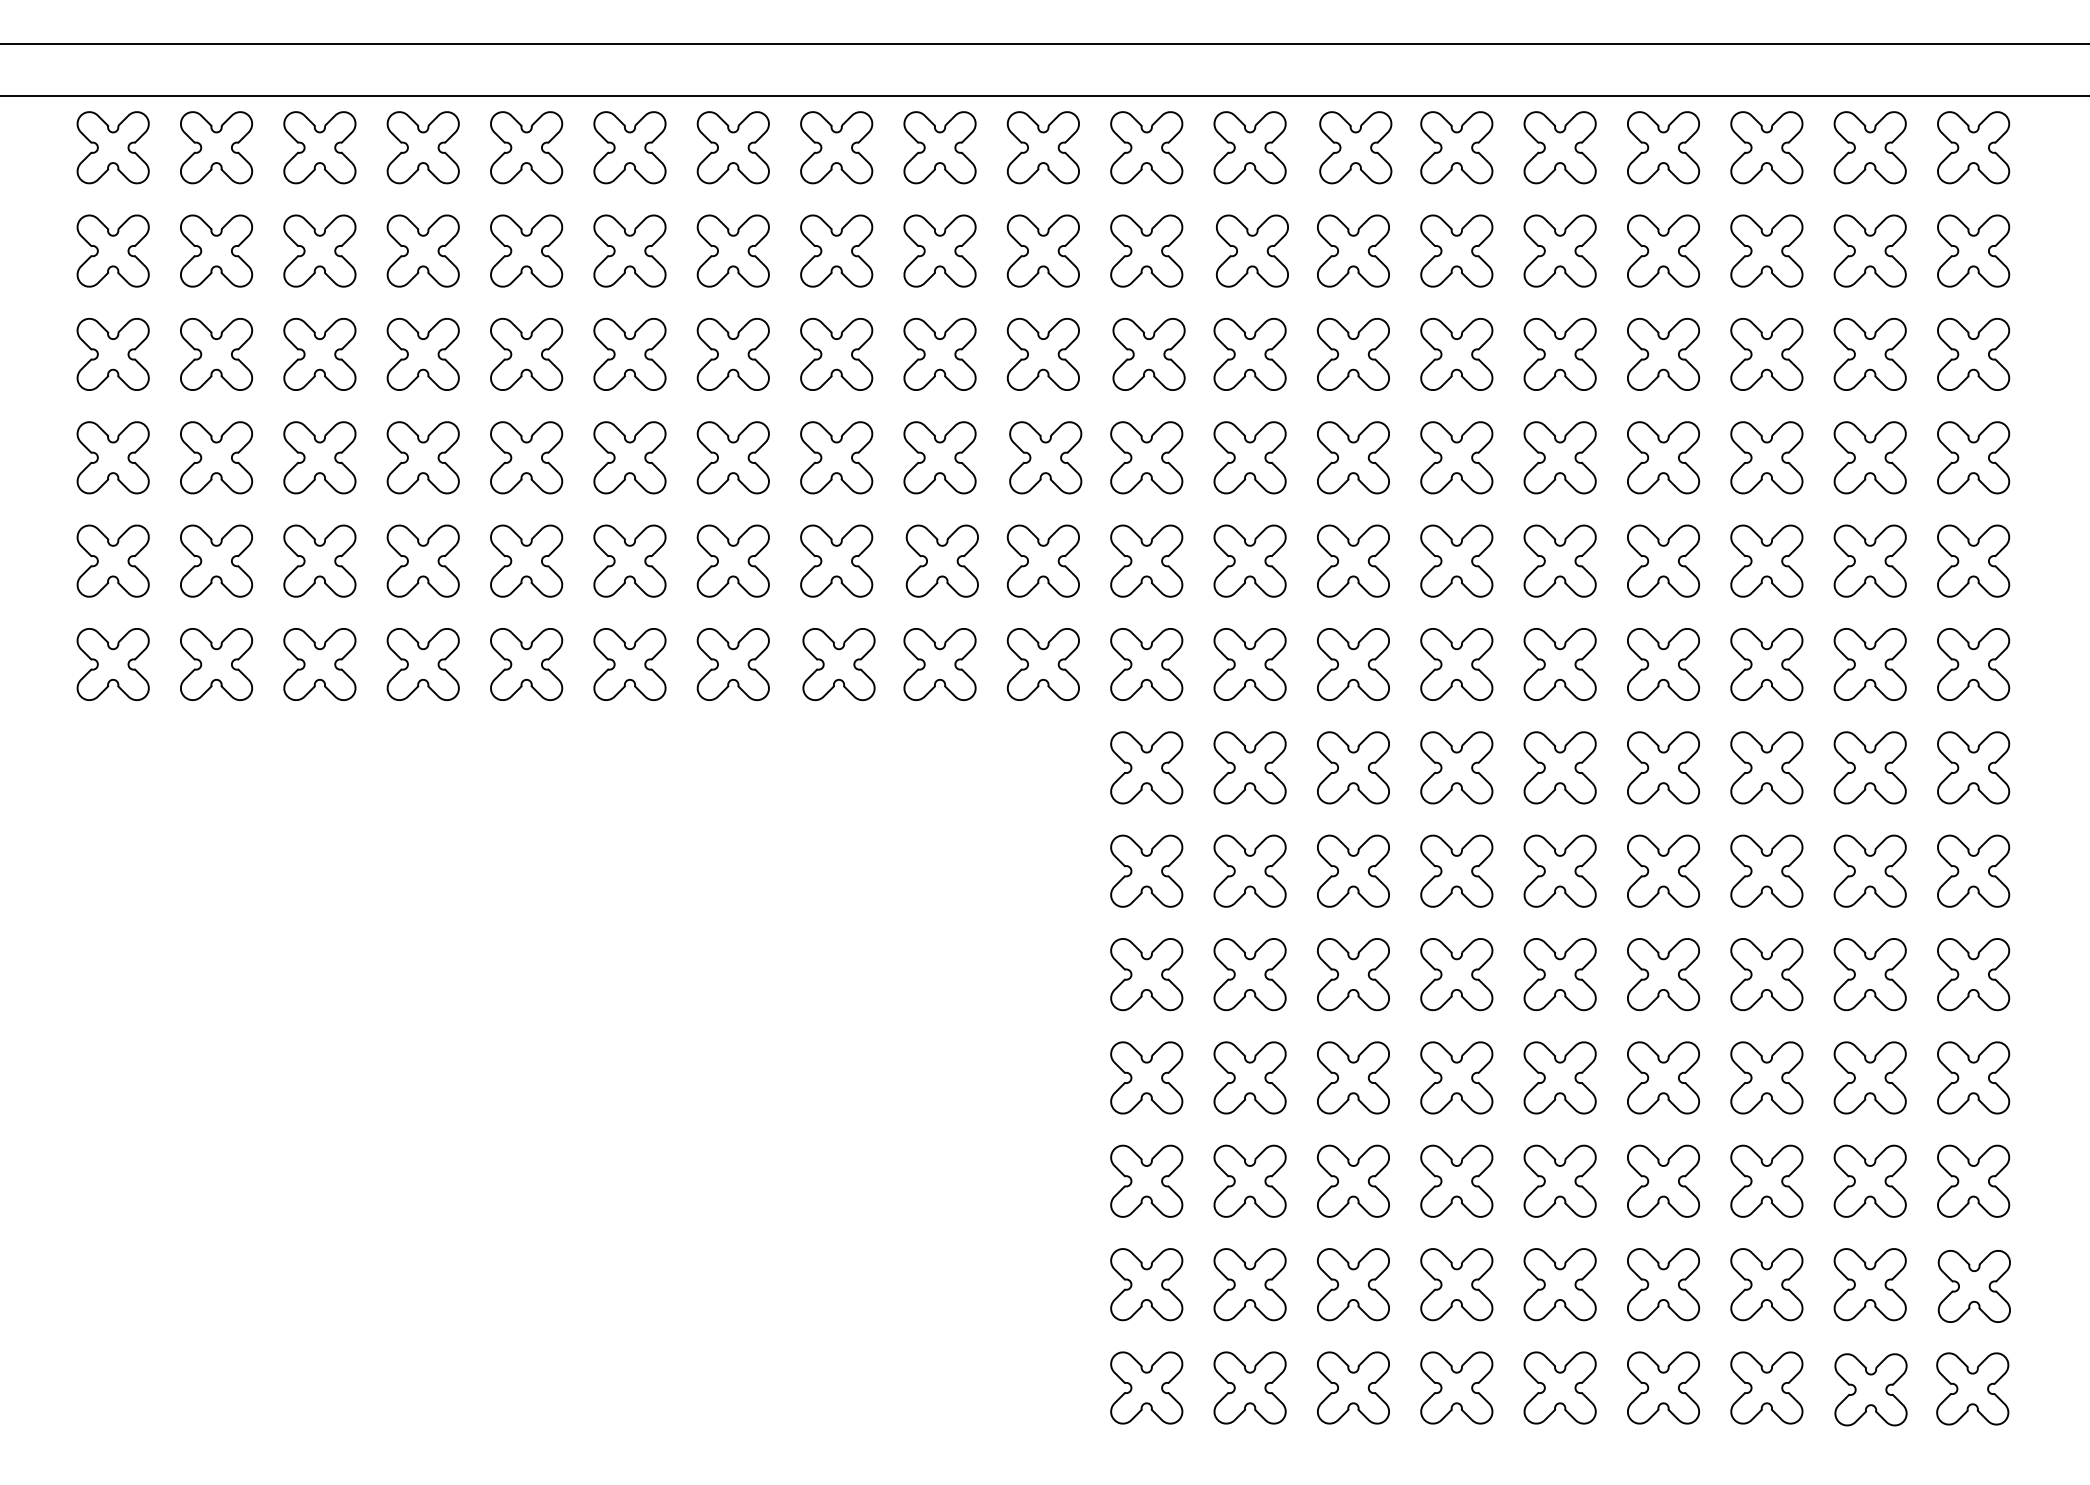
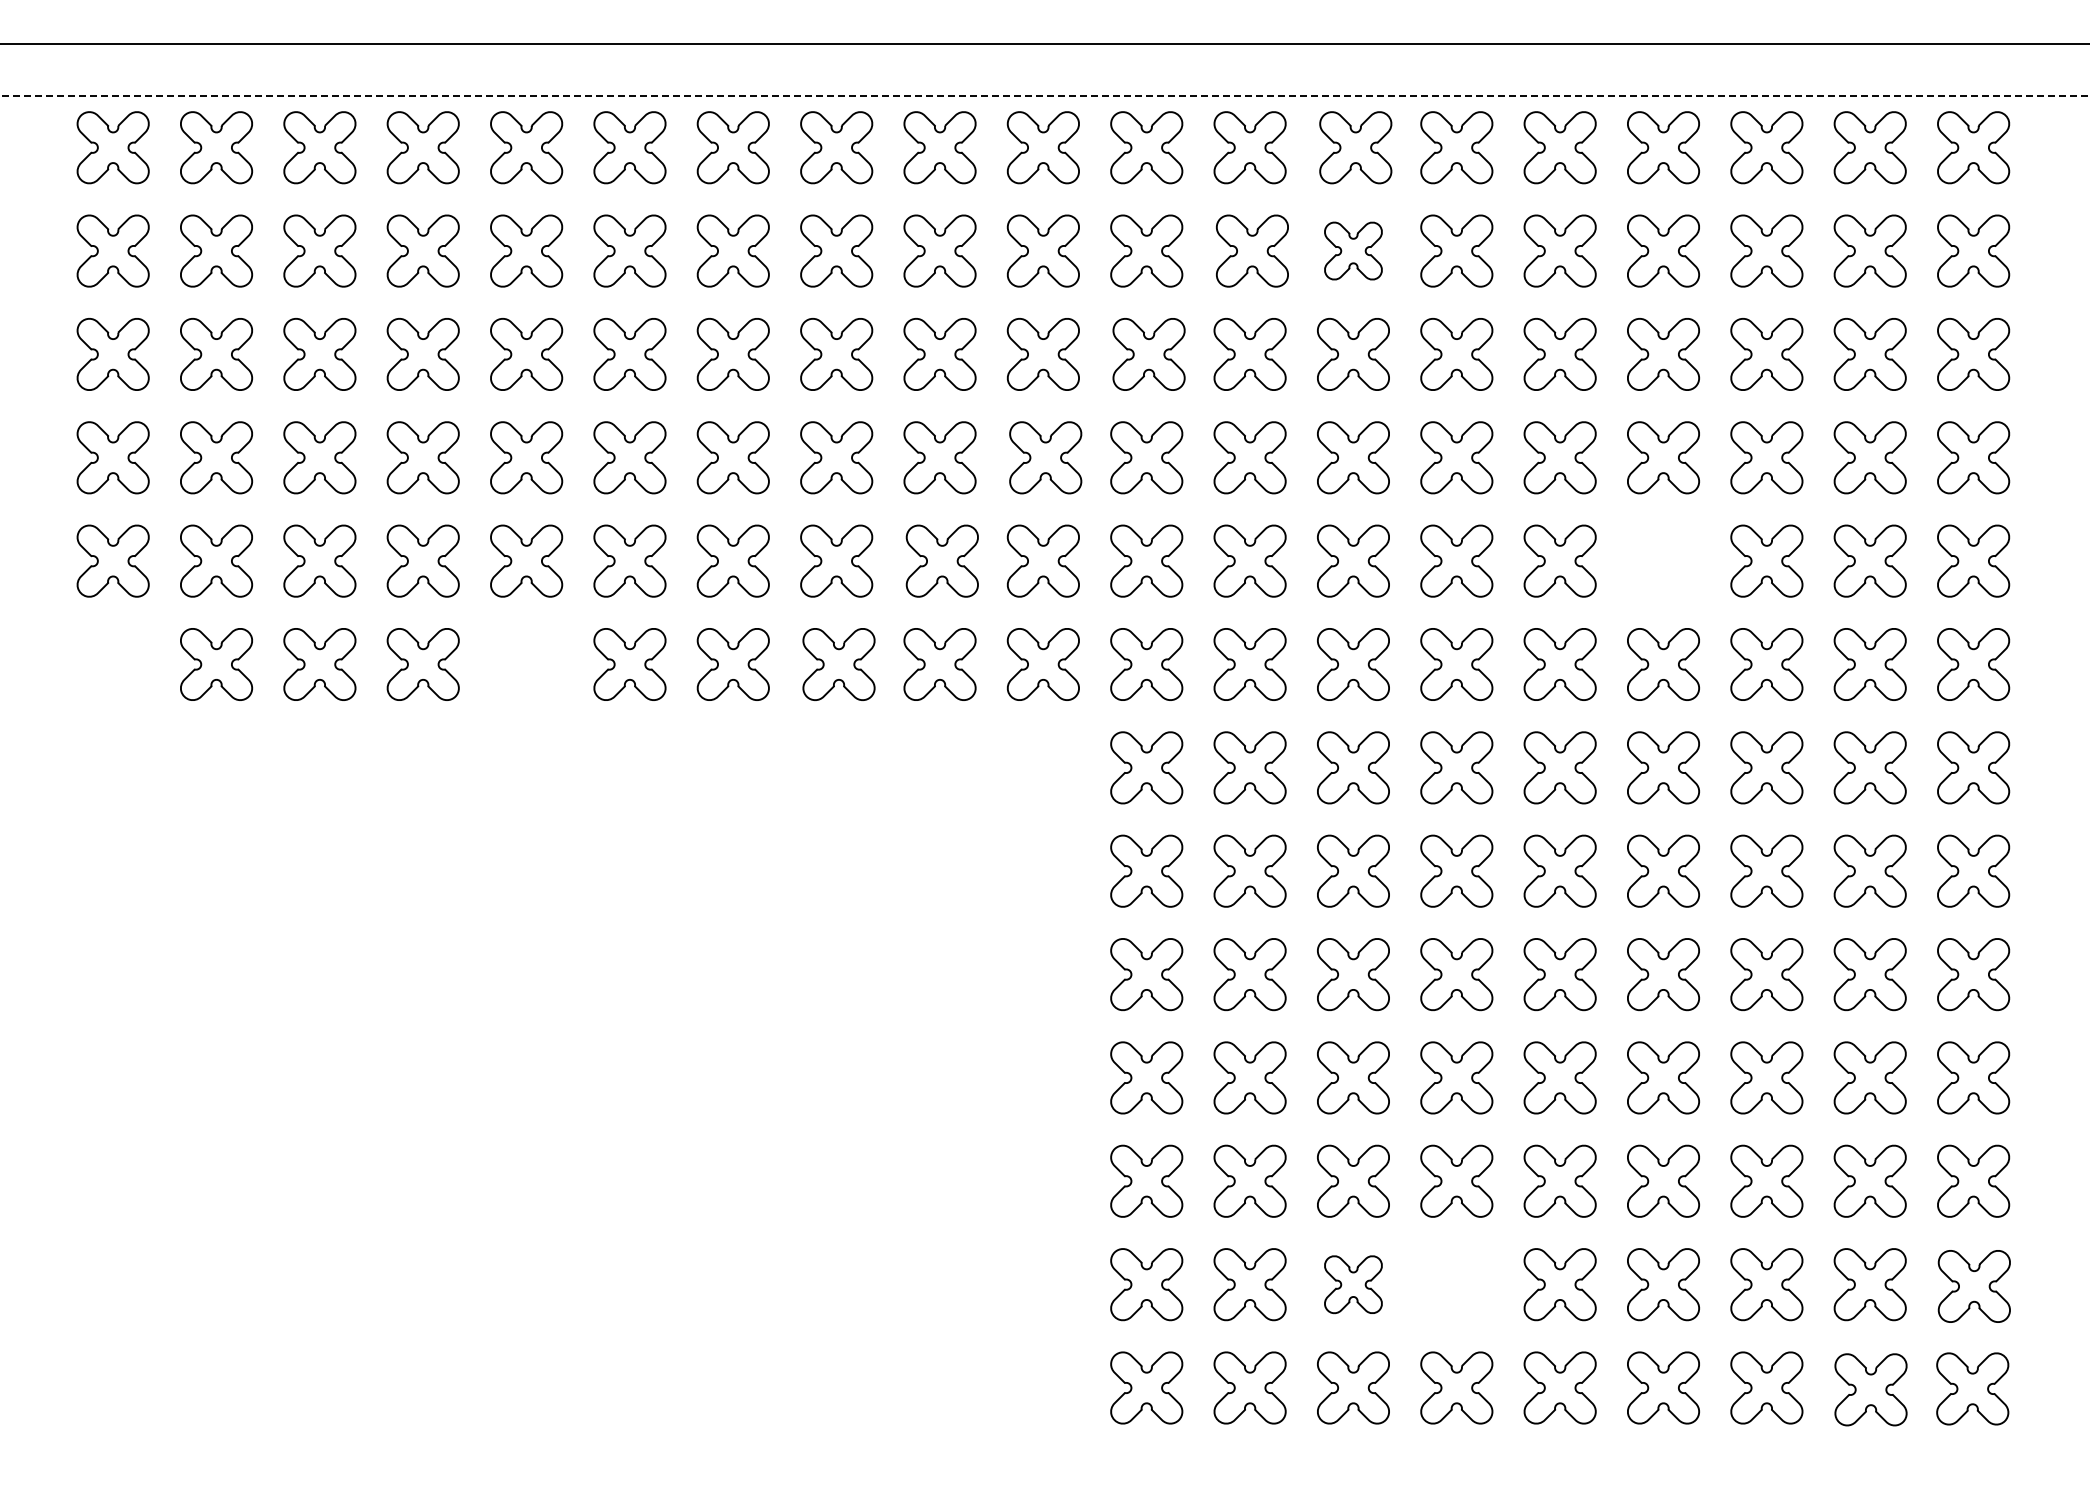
line at (1045, 96): solid -> dashed
part at (1353, 250) size: 73x74 px -> 59x60 px
part at (1663, 560): present -> none
part at (112, 664): present -> none
part at (526, 664): present -> none
part at (1353, 1284) size: 73x74 px -> 59x60 px
part at (1456, 1284): present -> none
